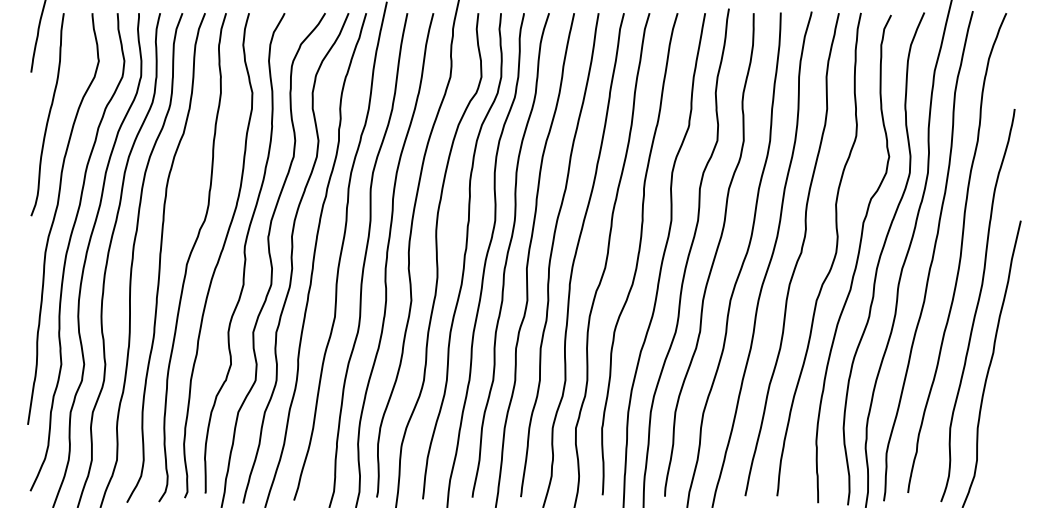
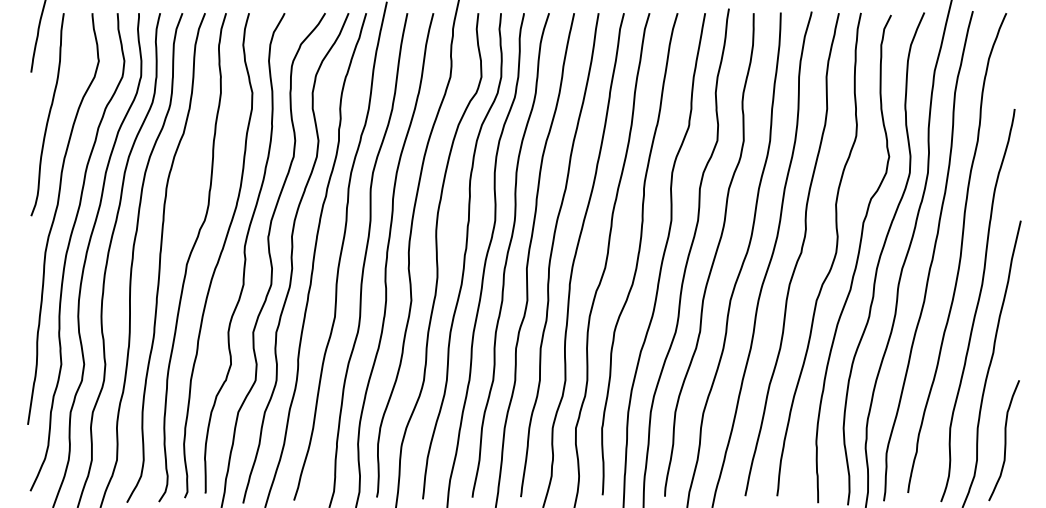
curve at (1004, 440): none -> present
